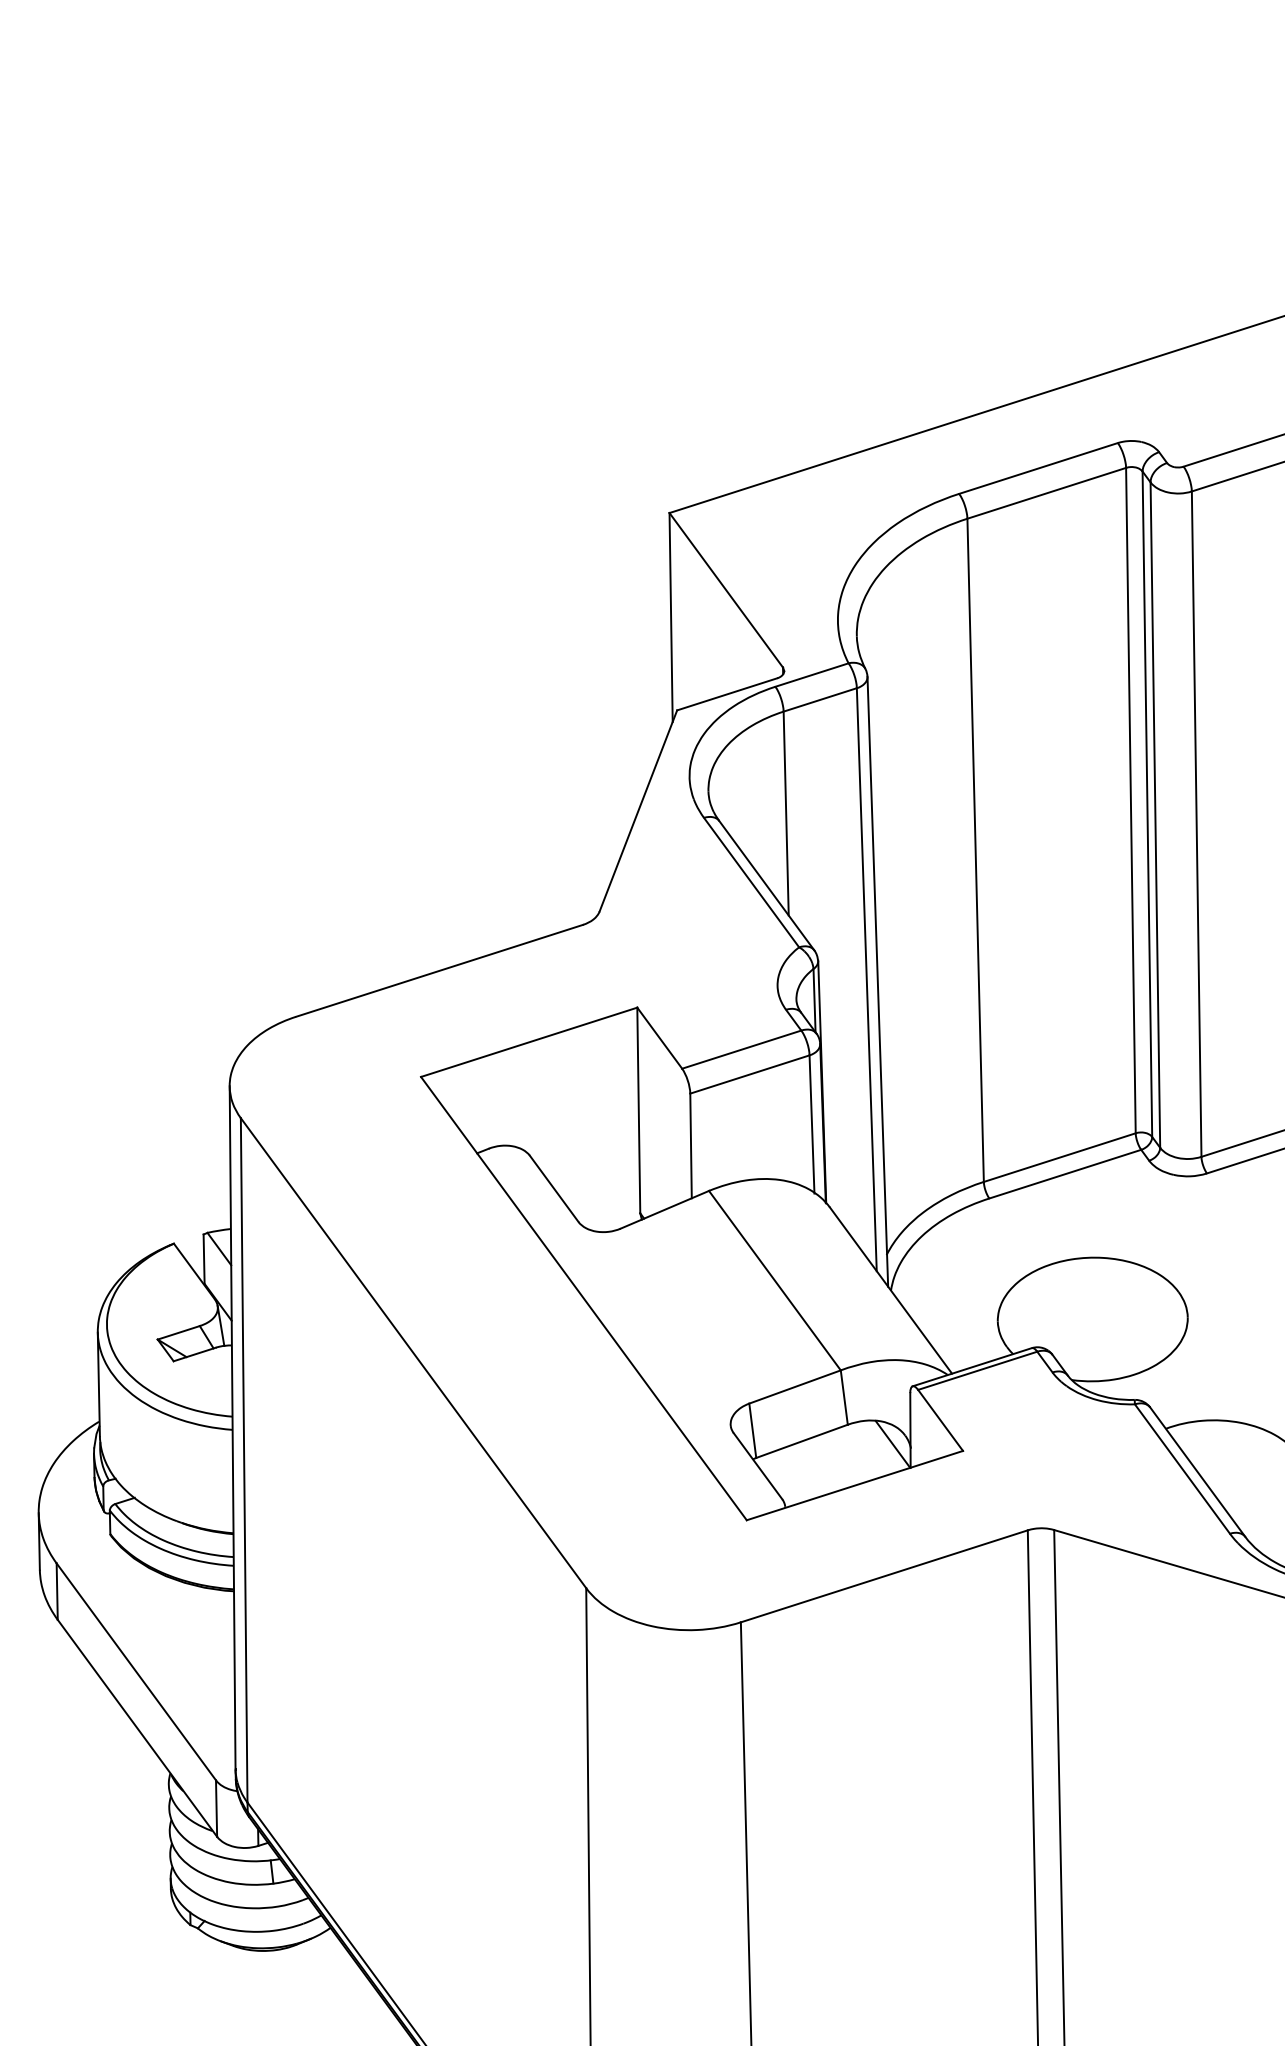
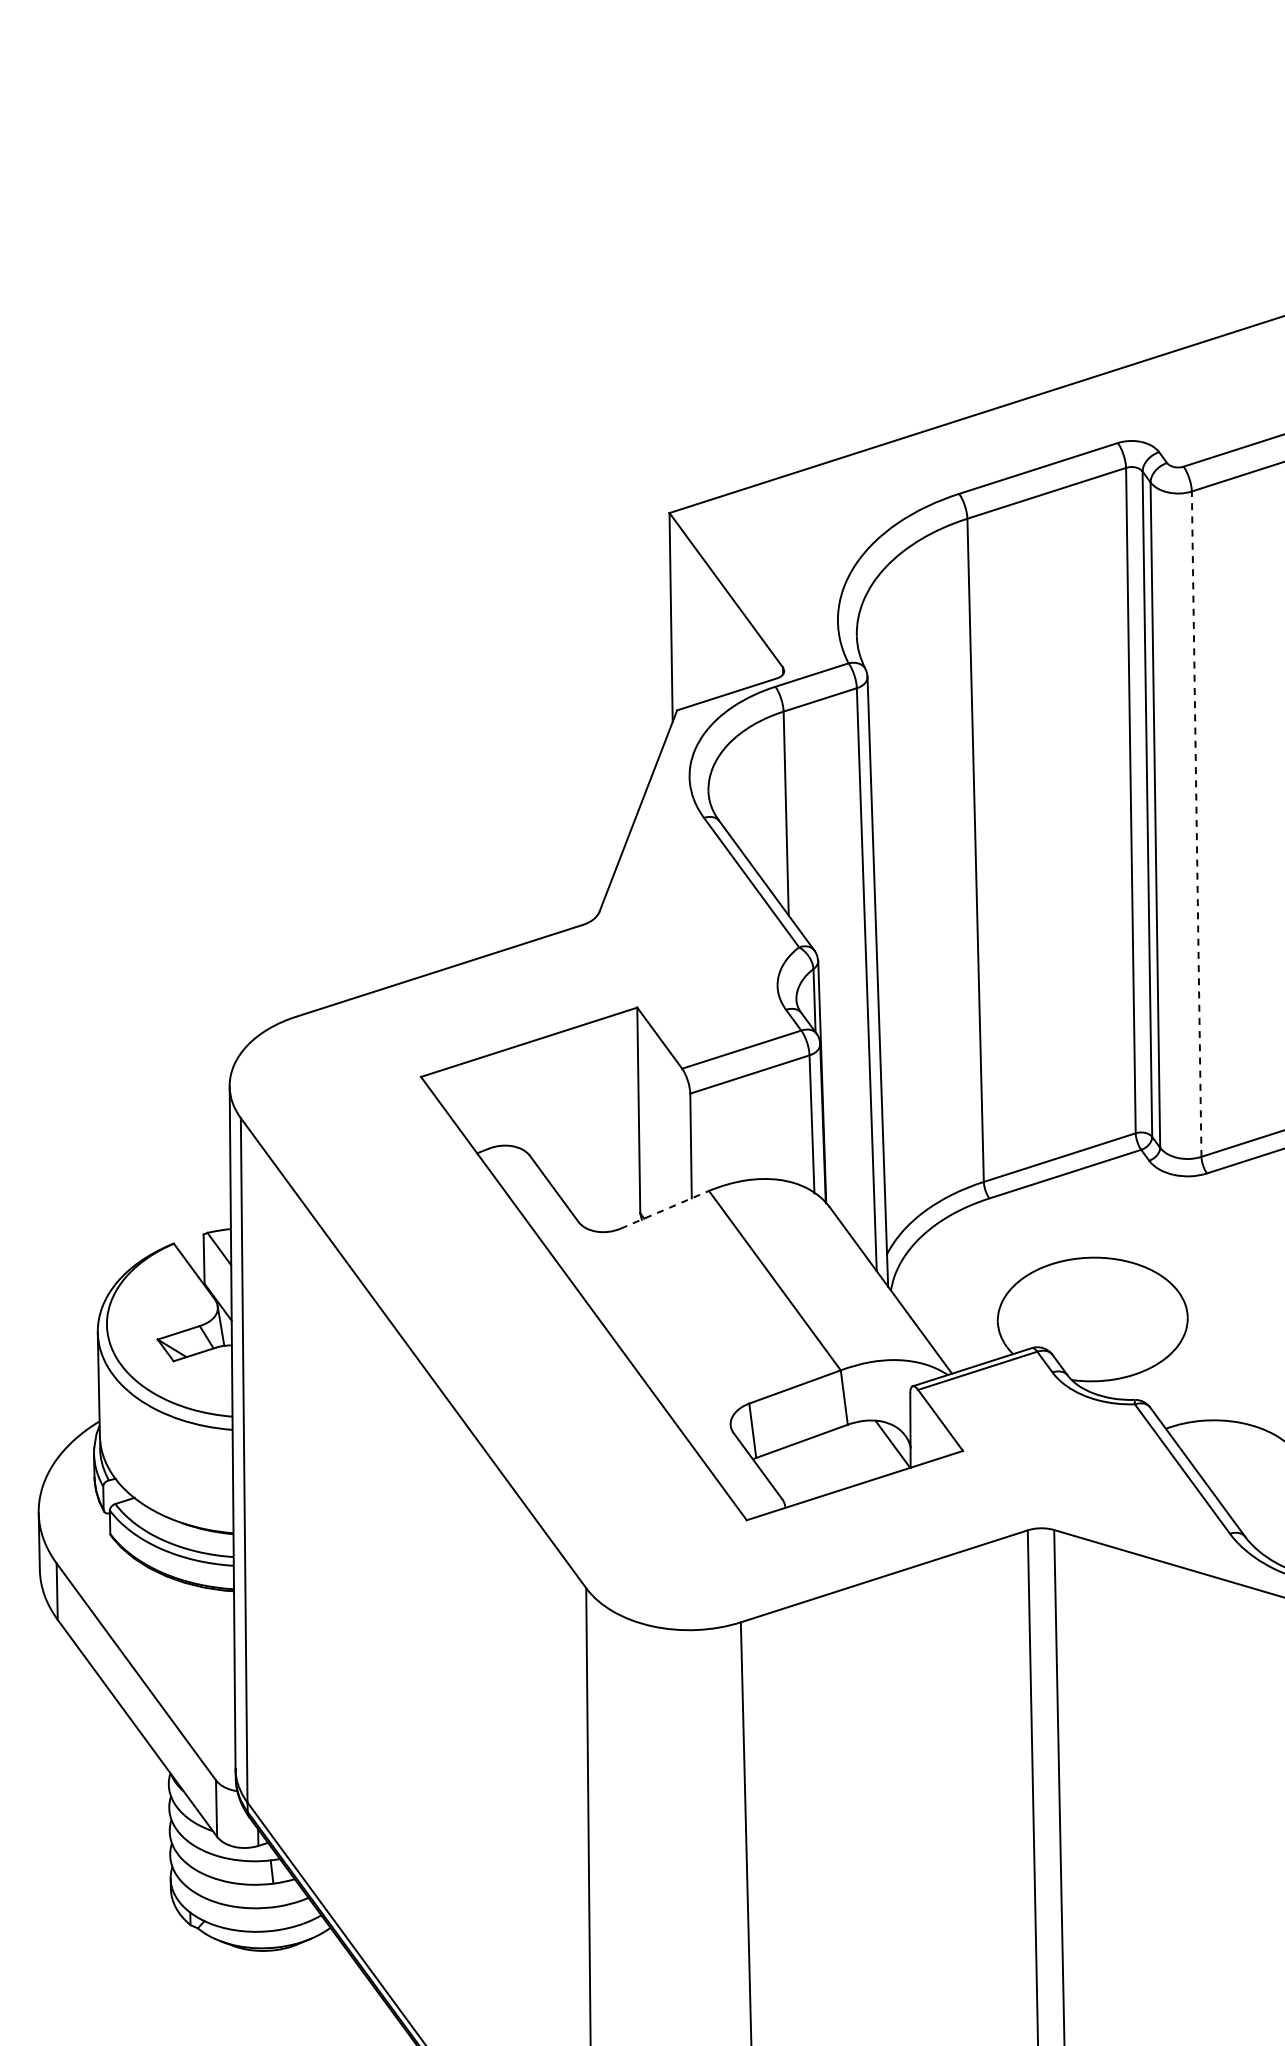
line at (1196, 824): solid -> dashed
line at (664, 1209): solid -> dashed
